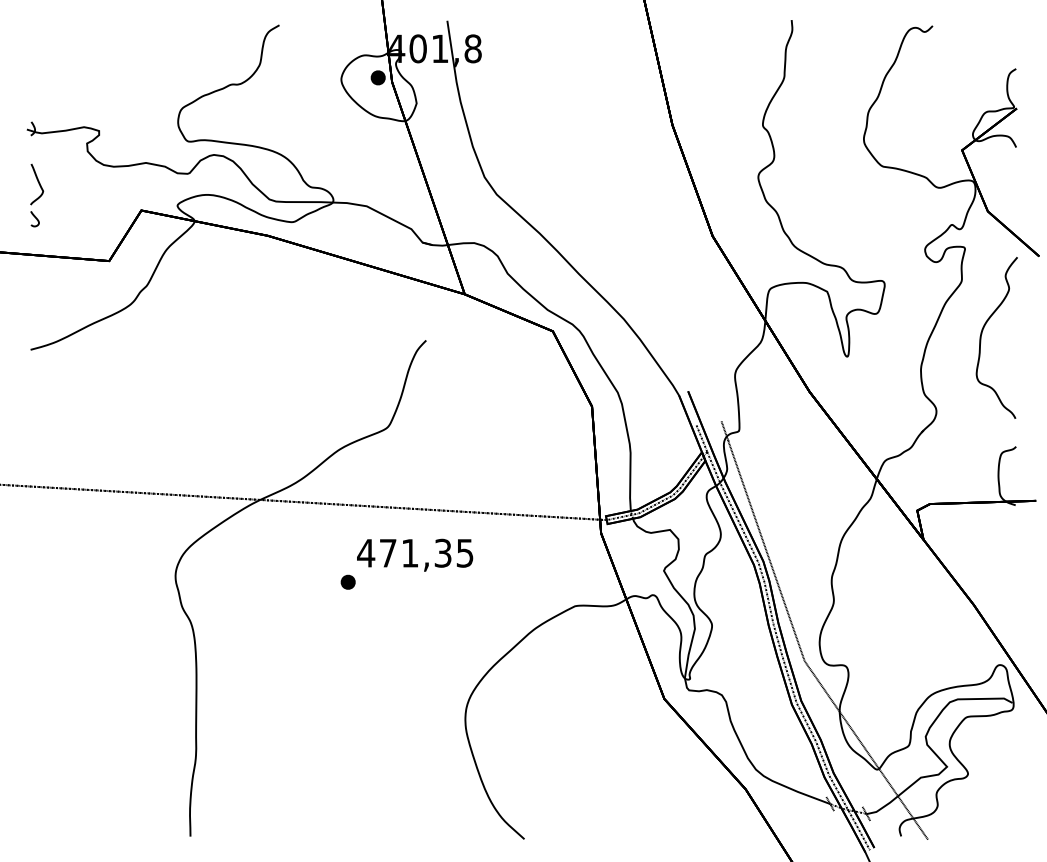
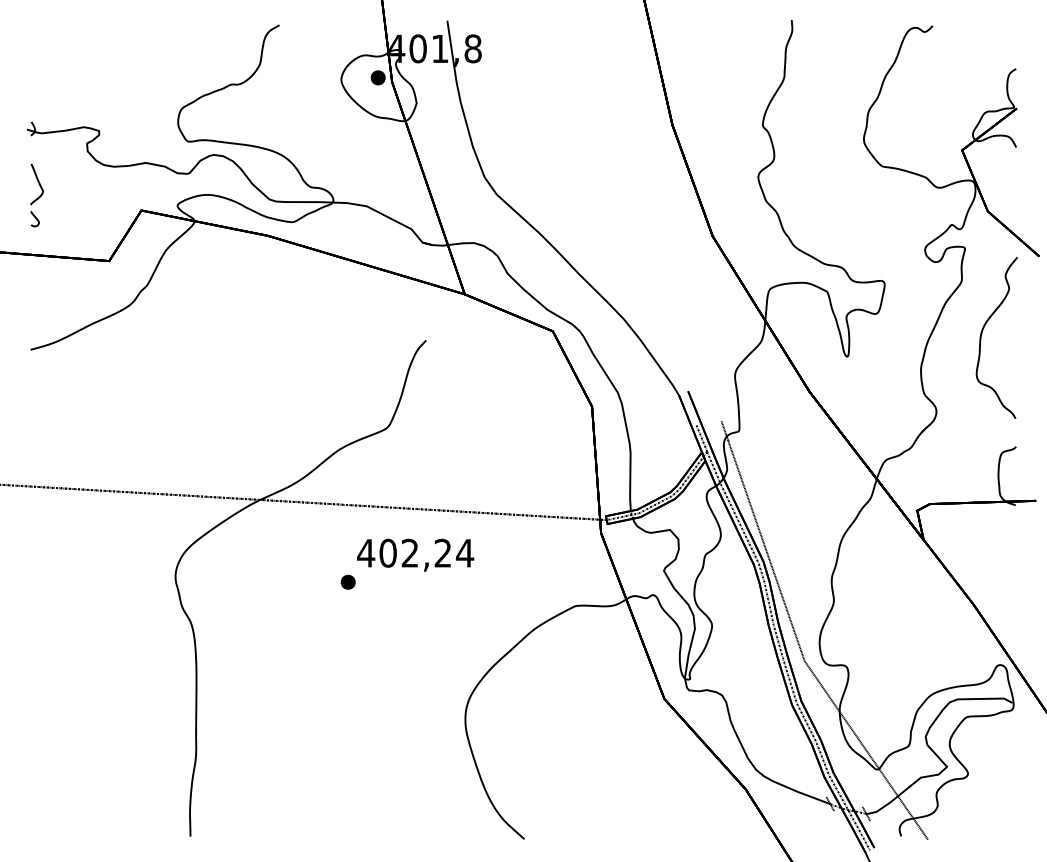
text at (426, 552): 471,35 -> 402,24
